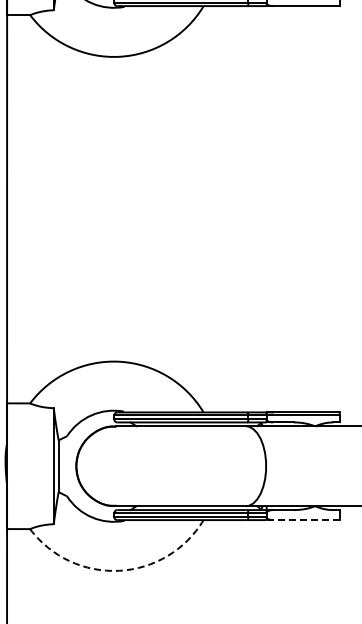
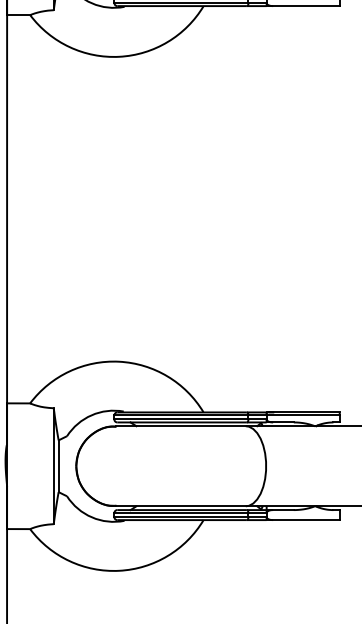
line at (303, 520): dashed -> solid
arc at (119, 570): dashed -> solid
